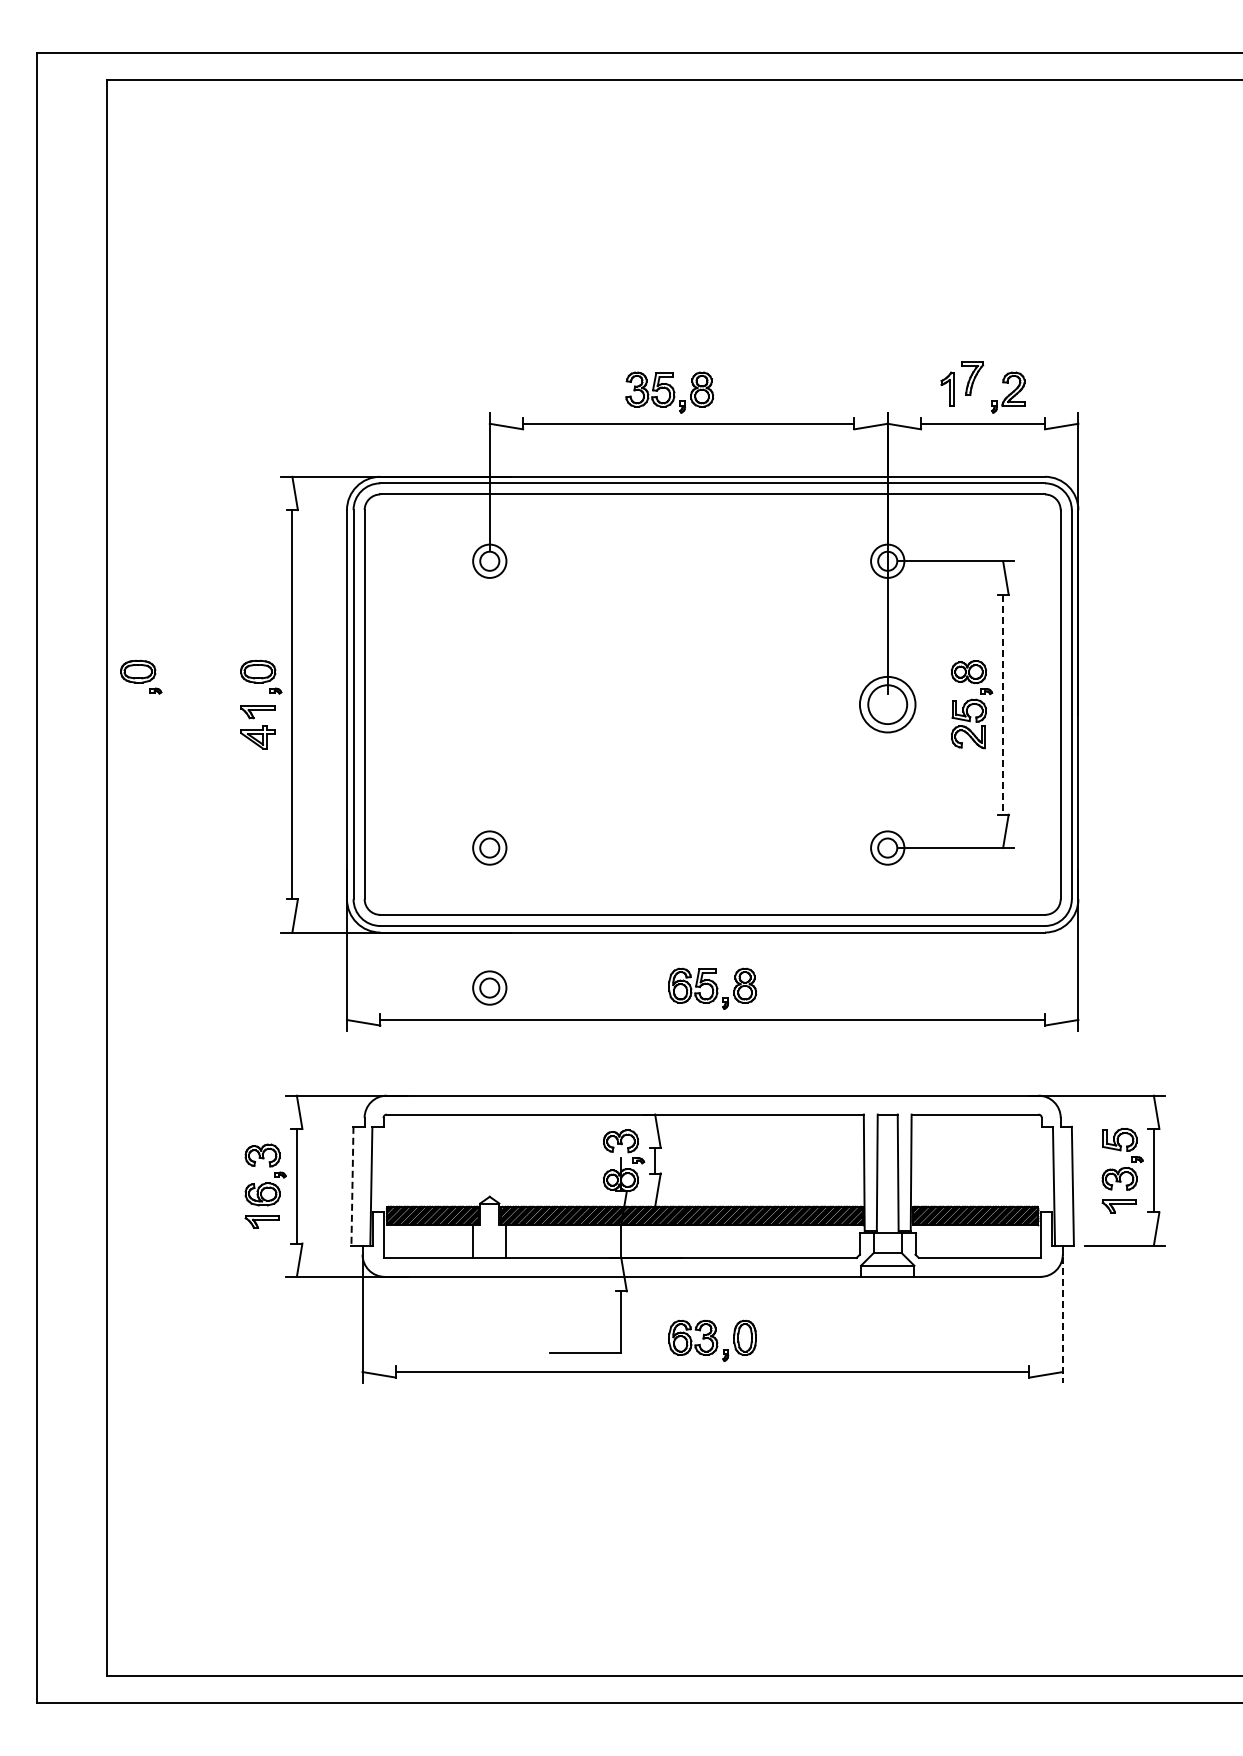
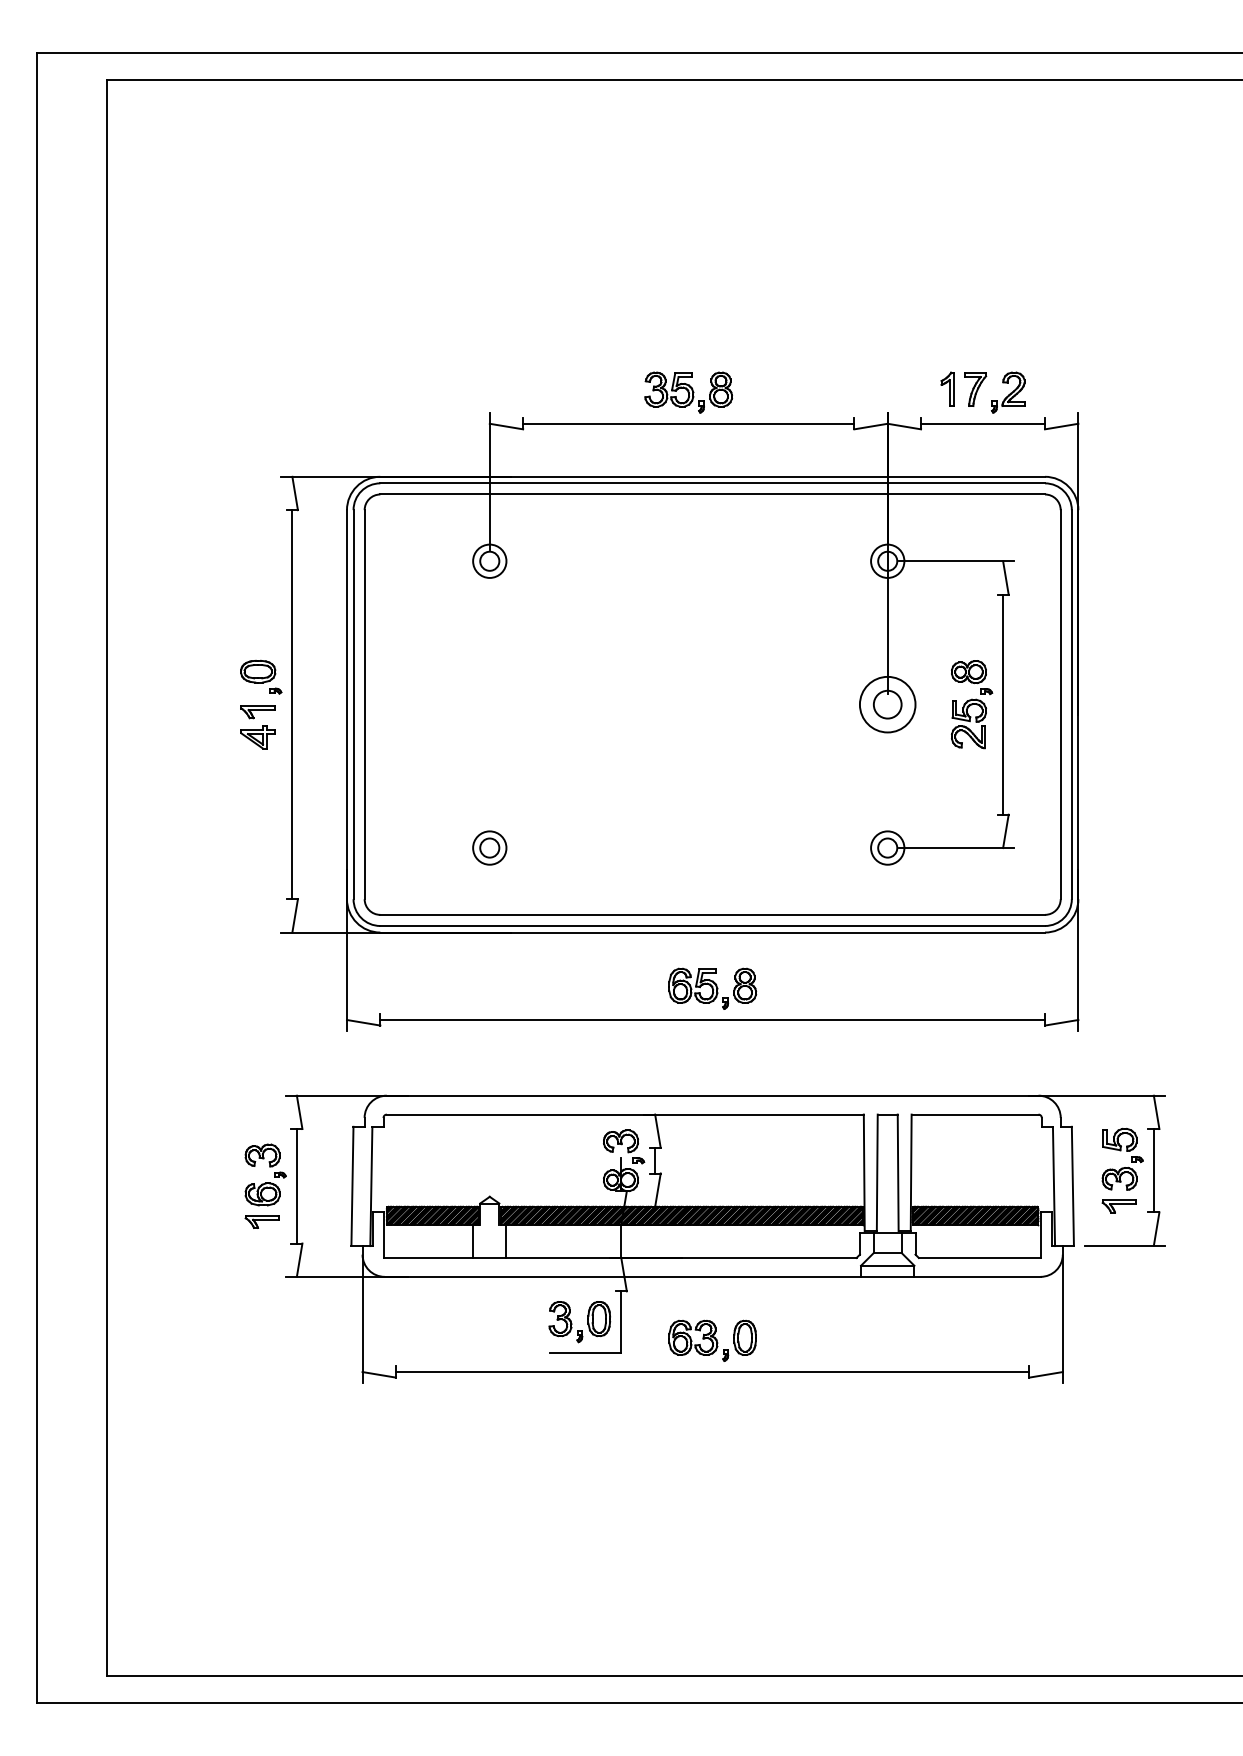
part at (972, 378) position: (972, 378) -> (975, 389)
part at (669, 392) position: (669, 392) -> (688, 392)
part at (141, 676): present -> none
circle at (887, 704) diameter: 39 px -> 28 px
line at (1003, 705): dashed -> solid
part at (489, 987): present -> none
line at (352, 1186): dashed -> solid
line at (1062, 1320): dashed -> solid
part at (572, 1323): none -> present
